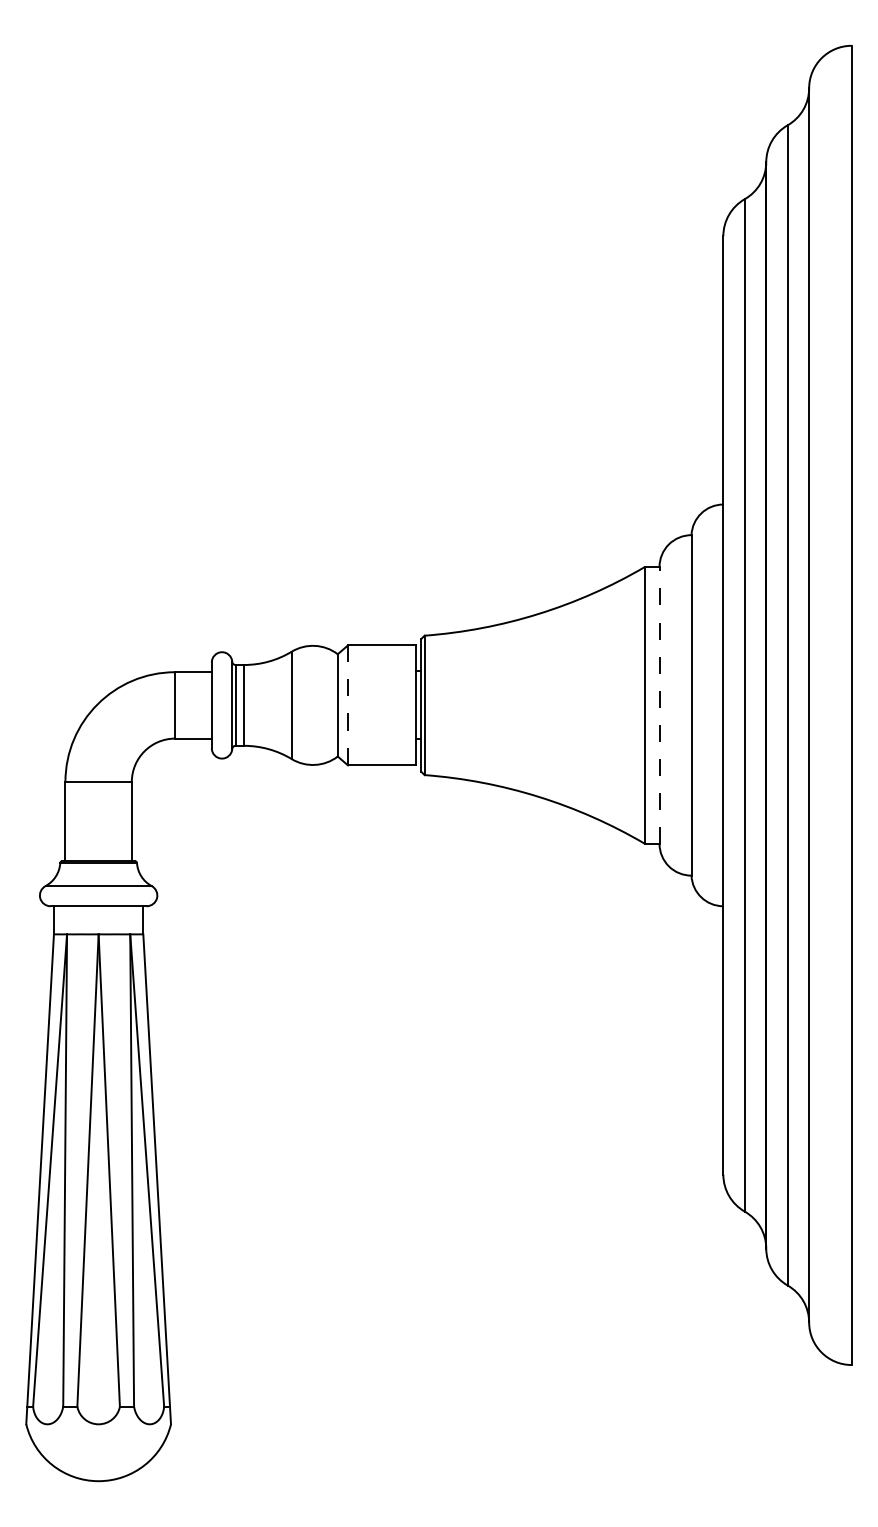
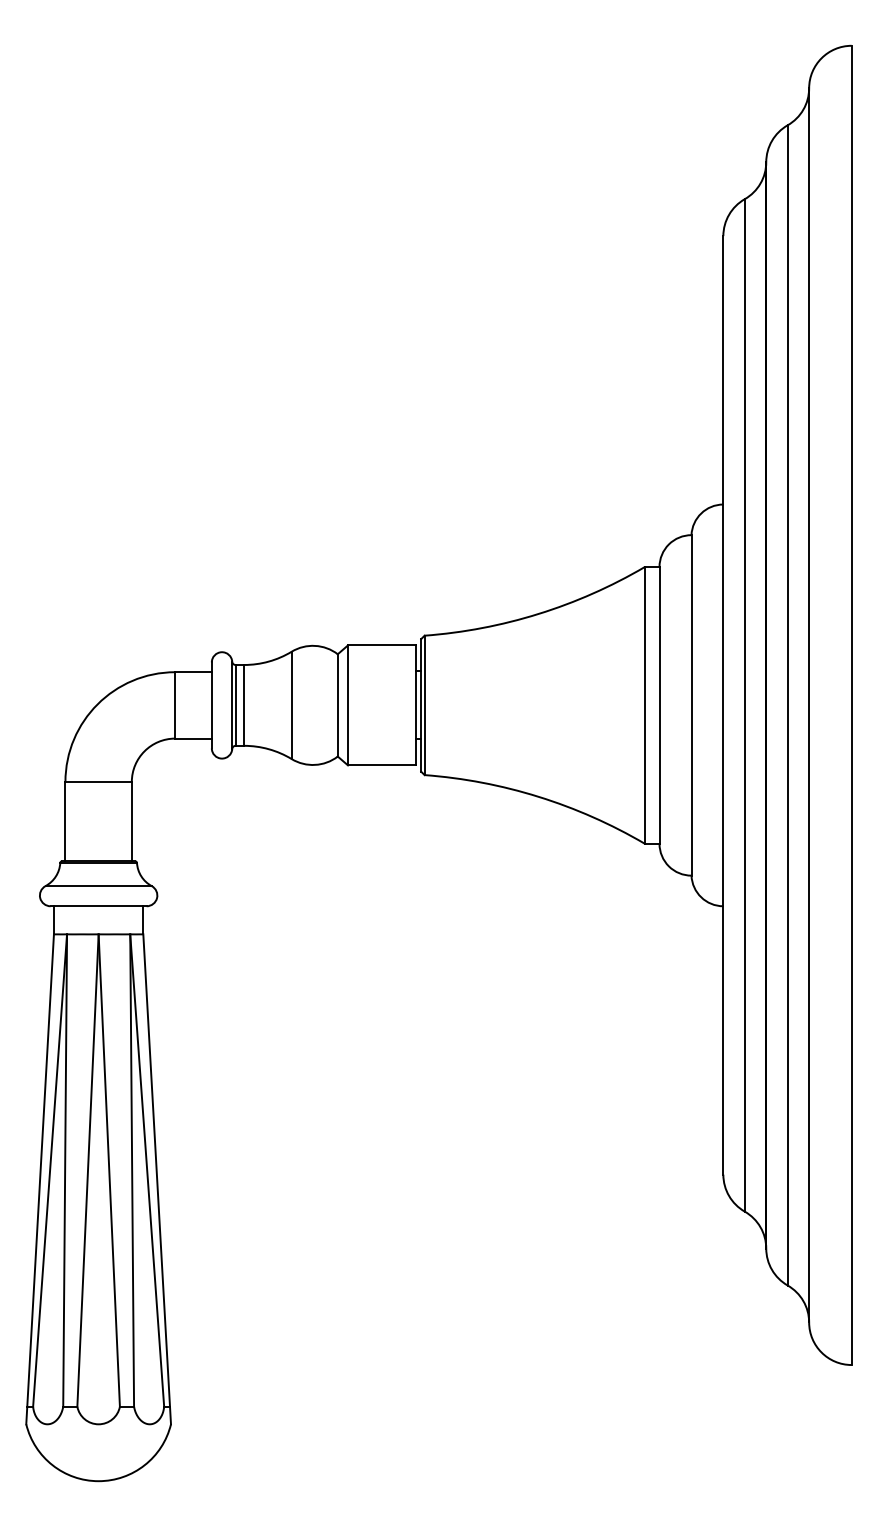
line at (659, 704): dashed -> solid
line at (348, 705): dashed -> solid
